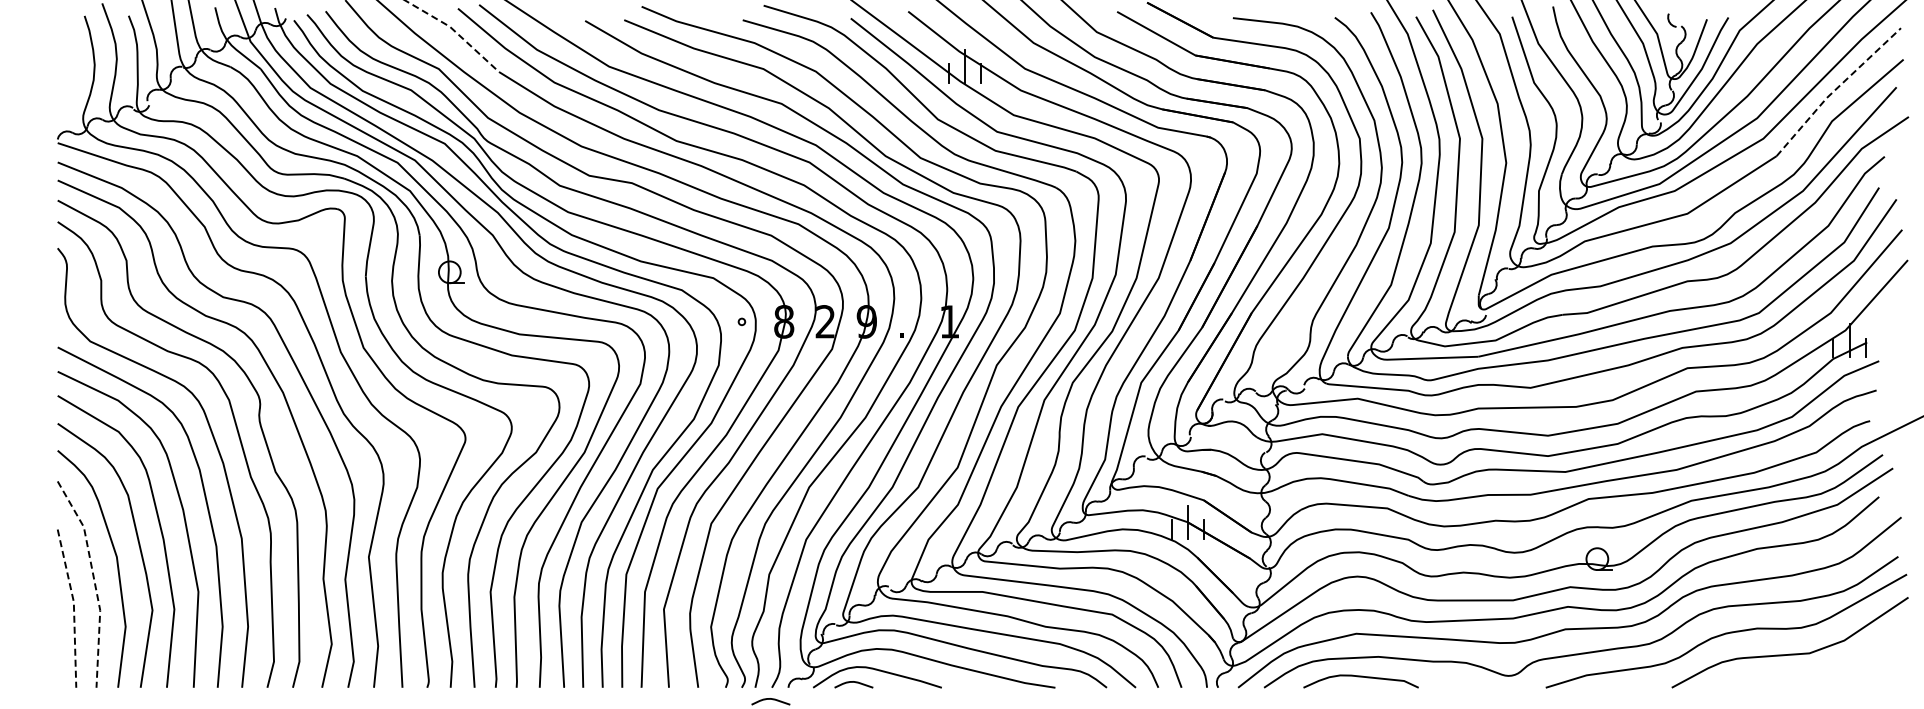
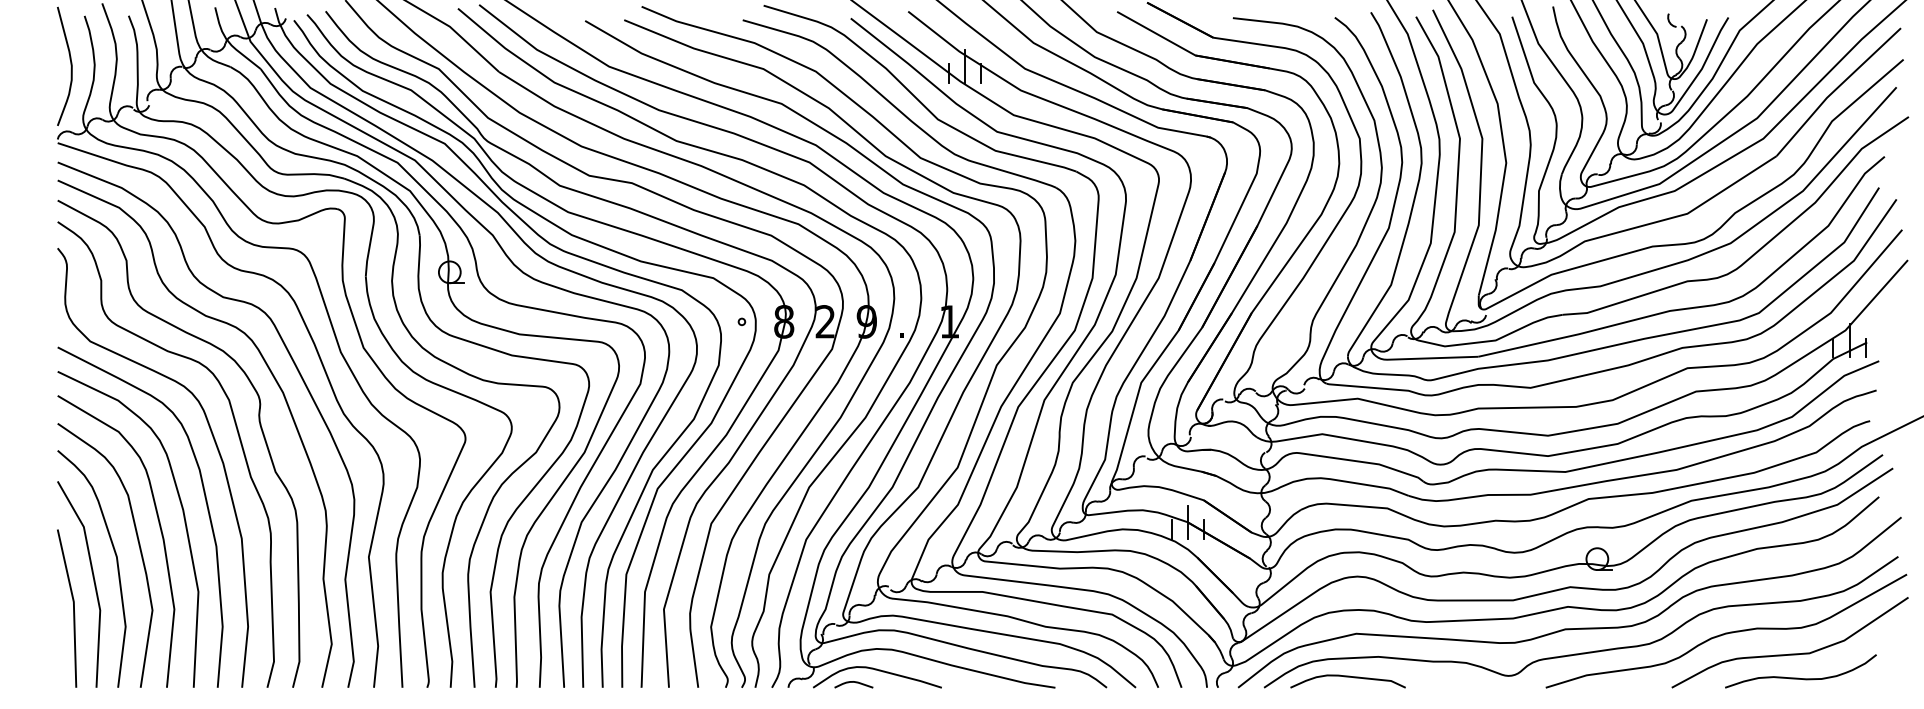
line at (455, 31): dashed -> solid
curve at (70, 65): none -> present
line at (1835, 89): dashed -> solid
line at (94, 580): dashed -> solid
line at (73, 606): dashed -> solid
curve at (1360, 677) position: (1360, 677) -> (1347, 677)
curve at (1798, 677): none -> present
curve at (770, 699): present -> none
